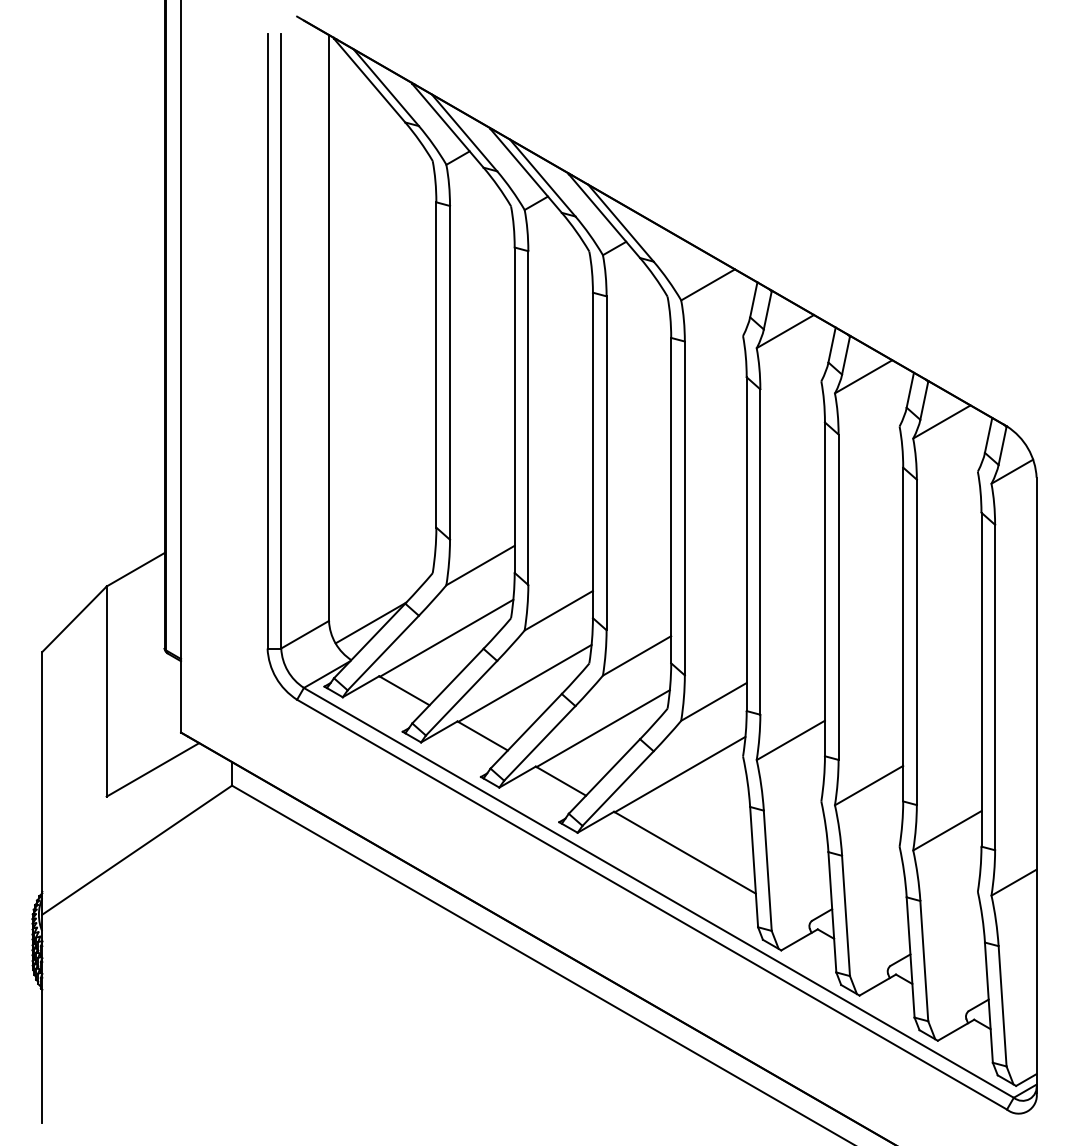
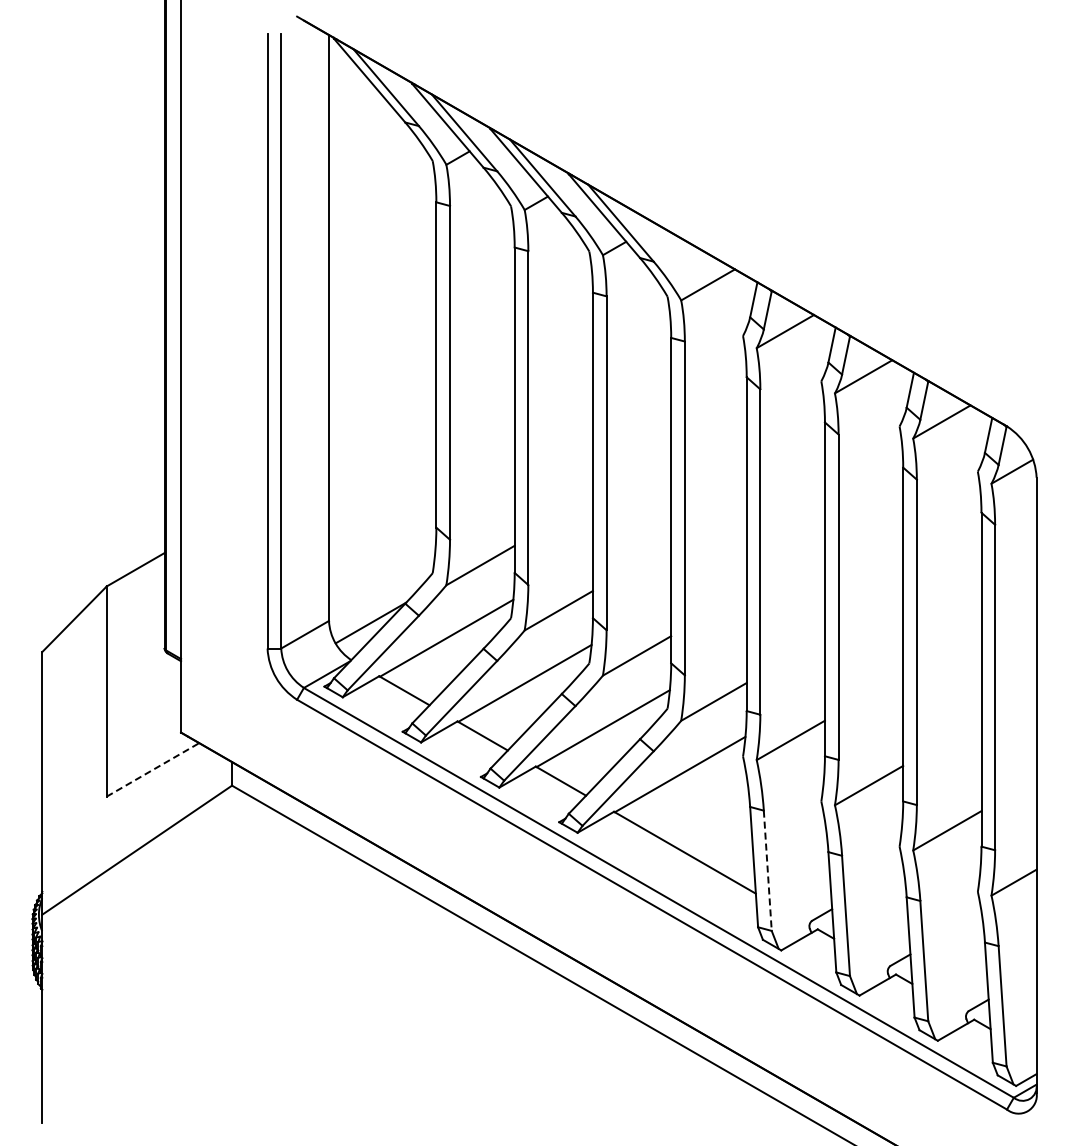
line at (153, 769): solid -> dashed
line at (767, 871): solid -> dashed
